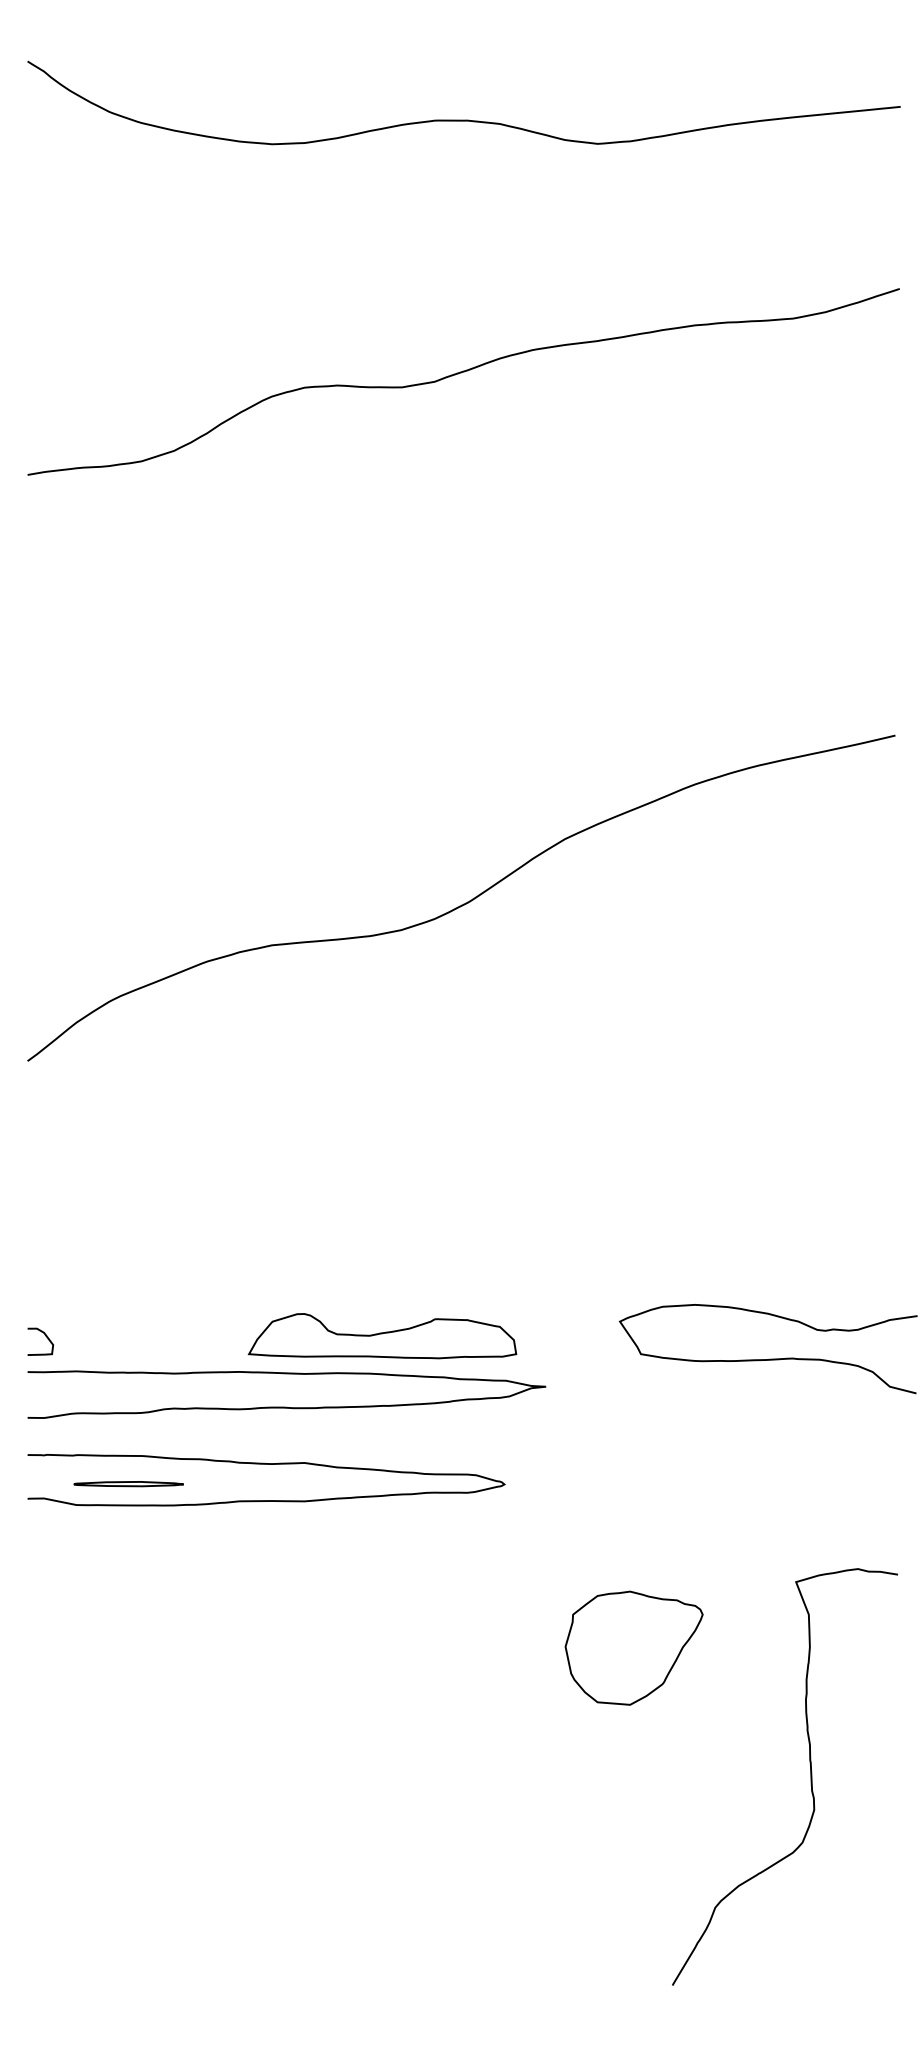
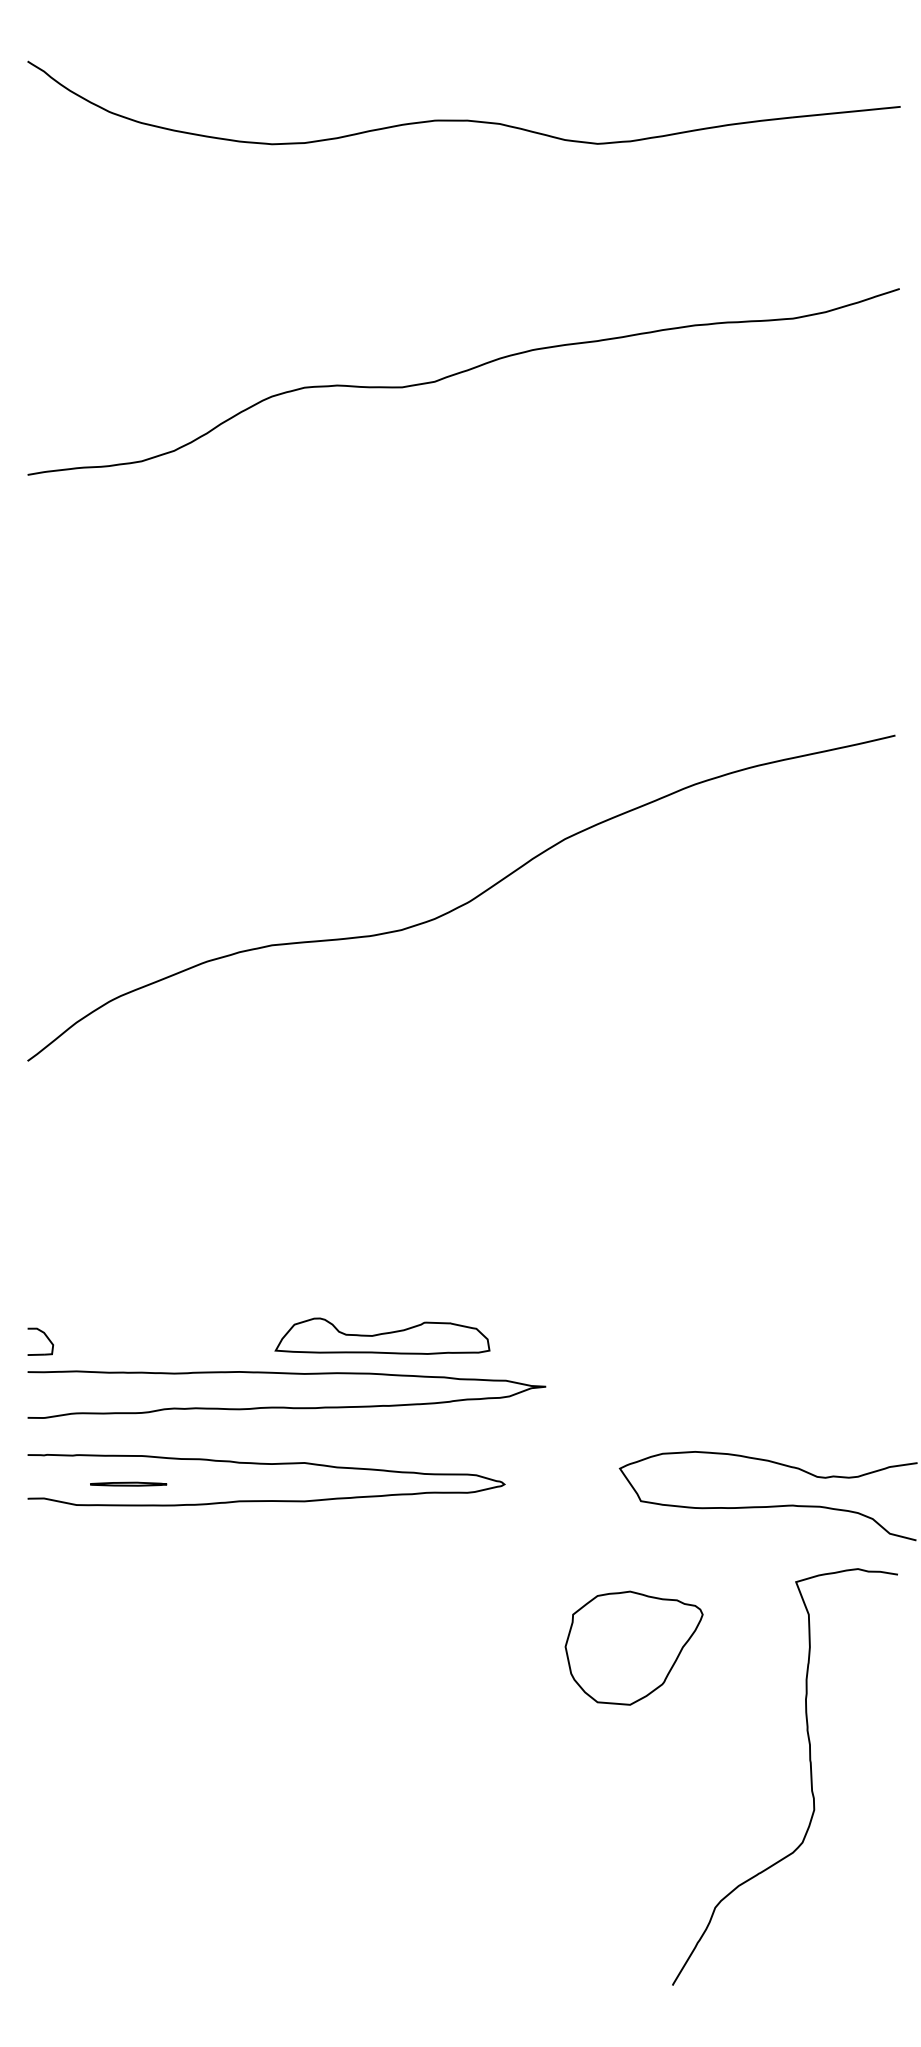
part at (382, 1336) size: 271x47 px -> 217x38 px
curve at (769, 1358) position: (769, 1358) -> (769, 1505)
part at (128, 1484) size: 111x7 px -> 78x6 px
